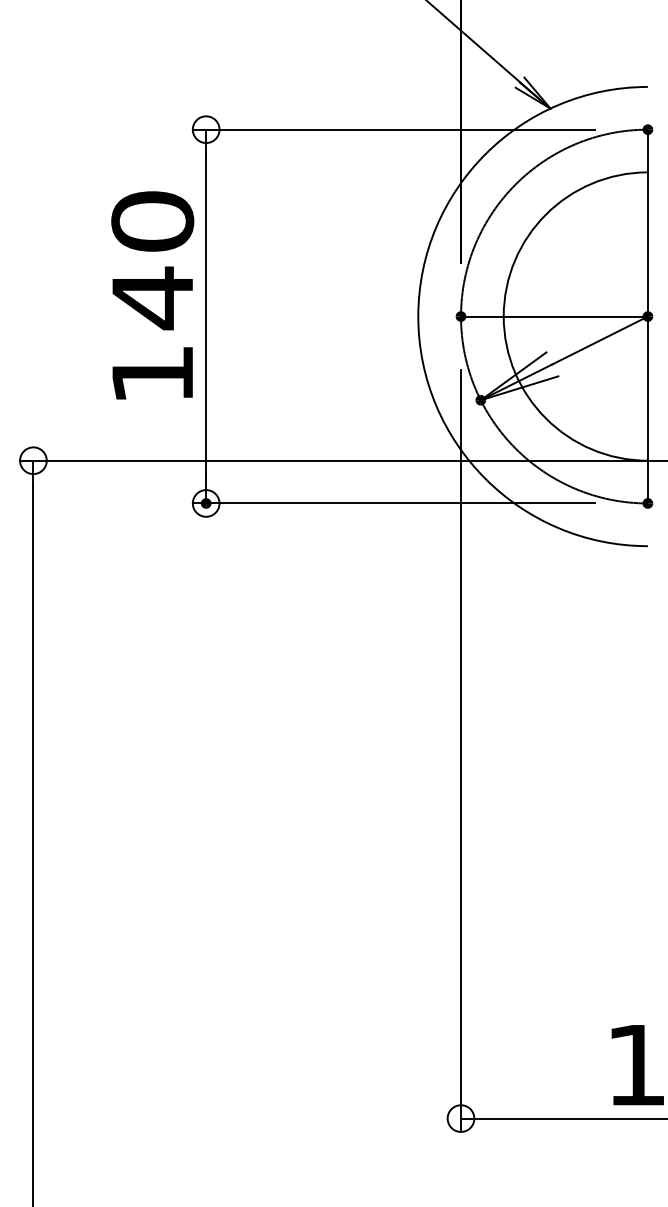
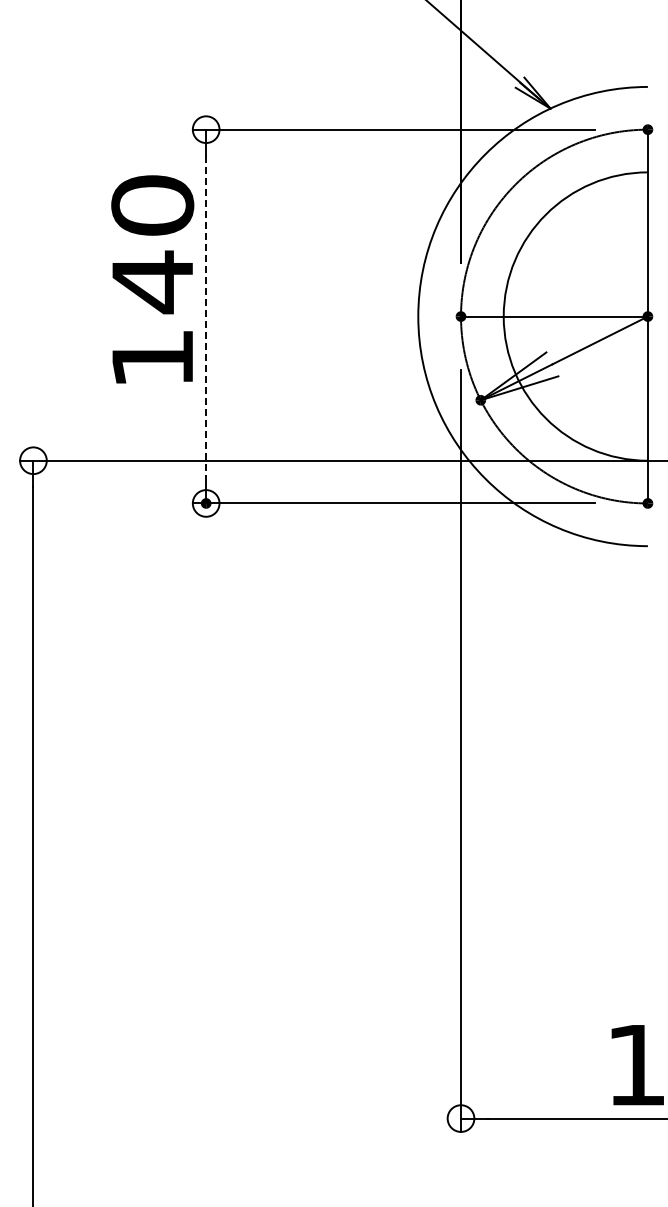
text at (152, 295) position: (152, 295) -> (152, 279)
line at (206, 317): solid -> dashed
